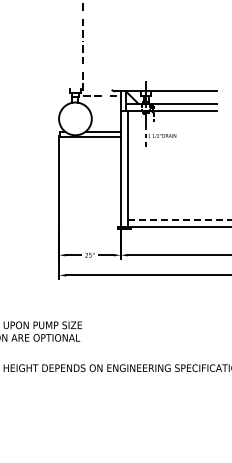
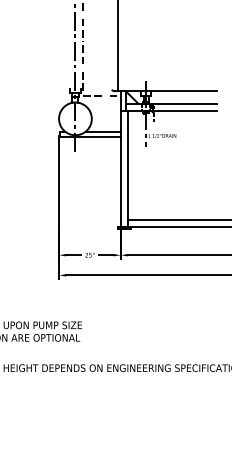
line at (118, 46): none -> present
line at (75, 76): none -> present
line at (180, 219): dashed -> solid
